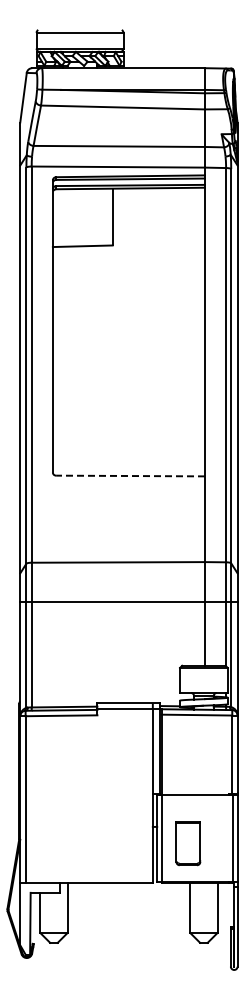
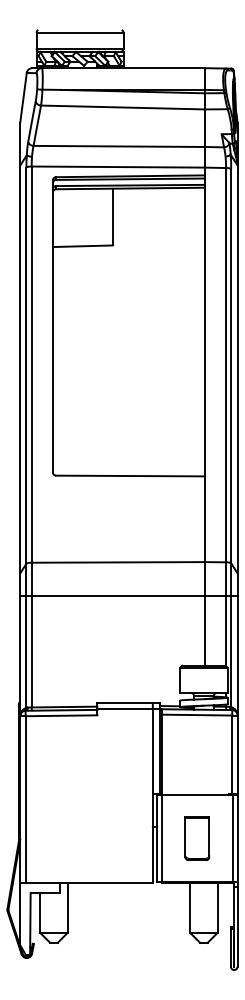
line at (130, 476): dashed -> solid
line at (128, 601) position: (128, 601) -> (128, 595)
part at (188, 843) position: (188, 843) -> (197, 838)
